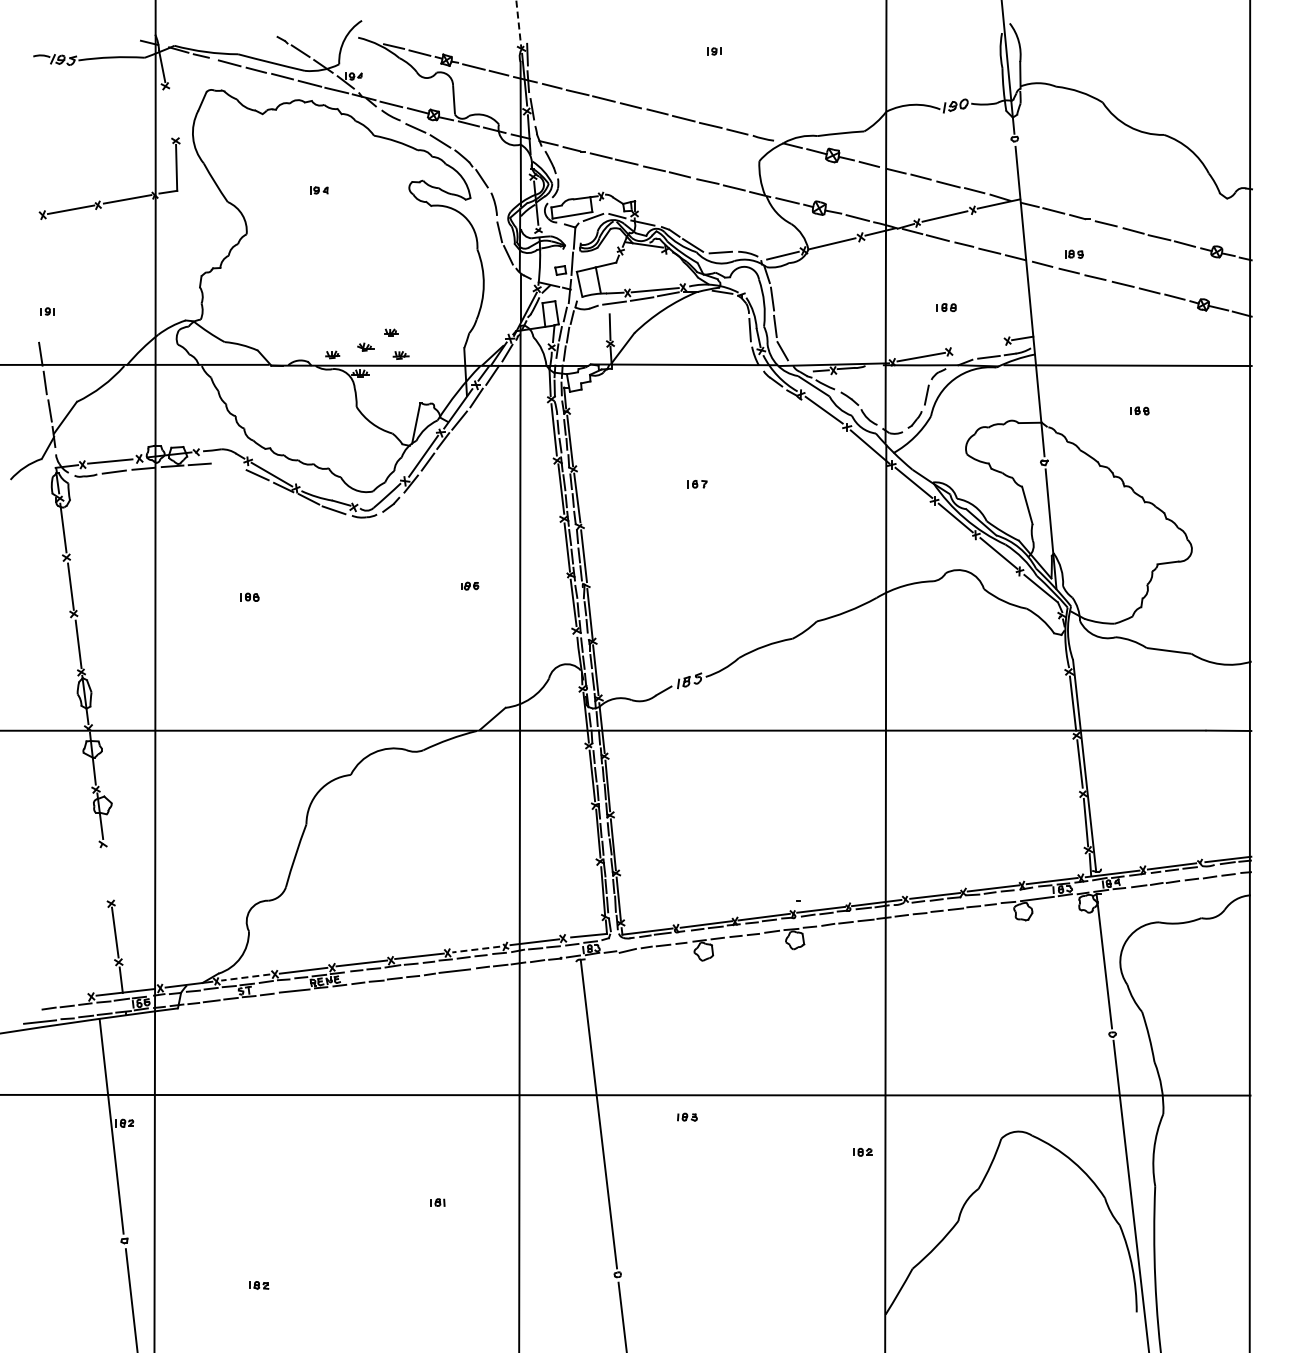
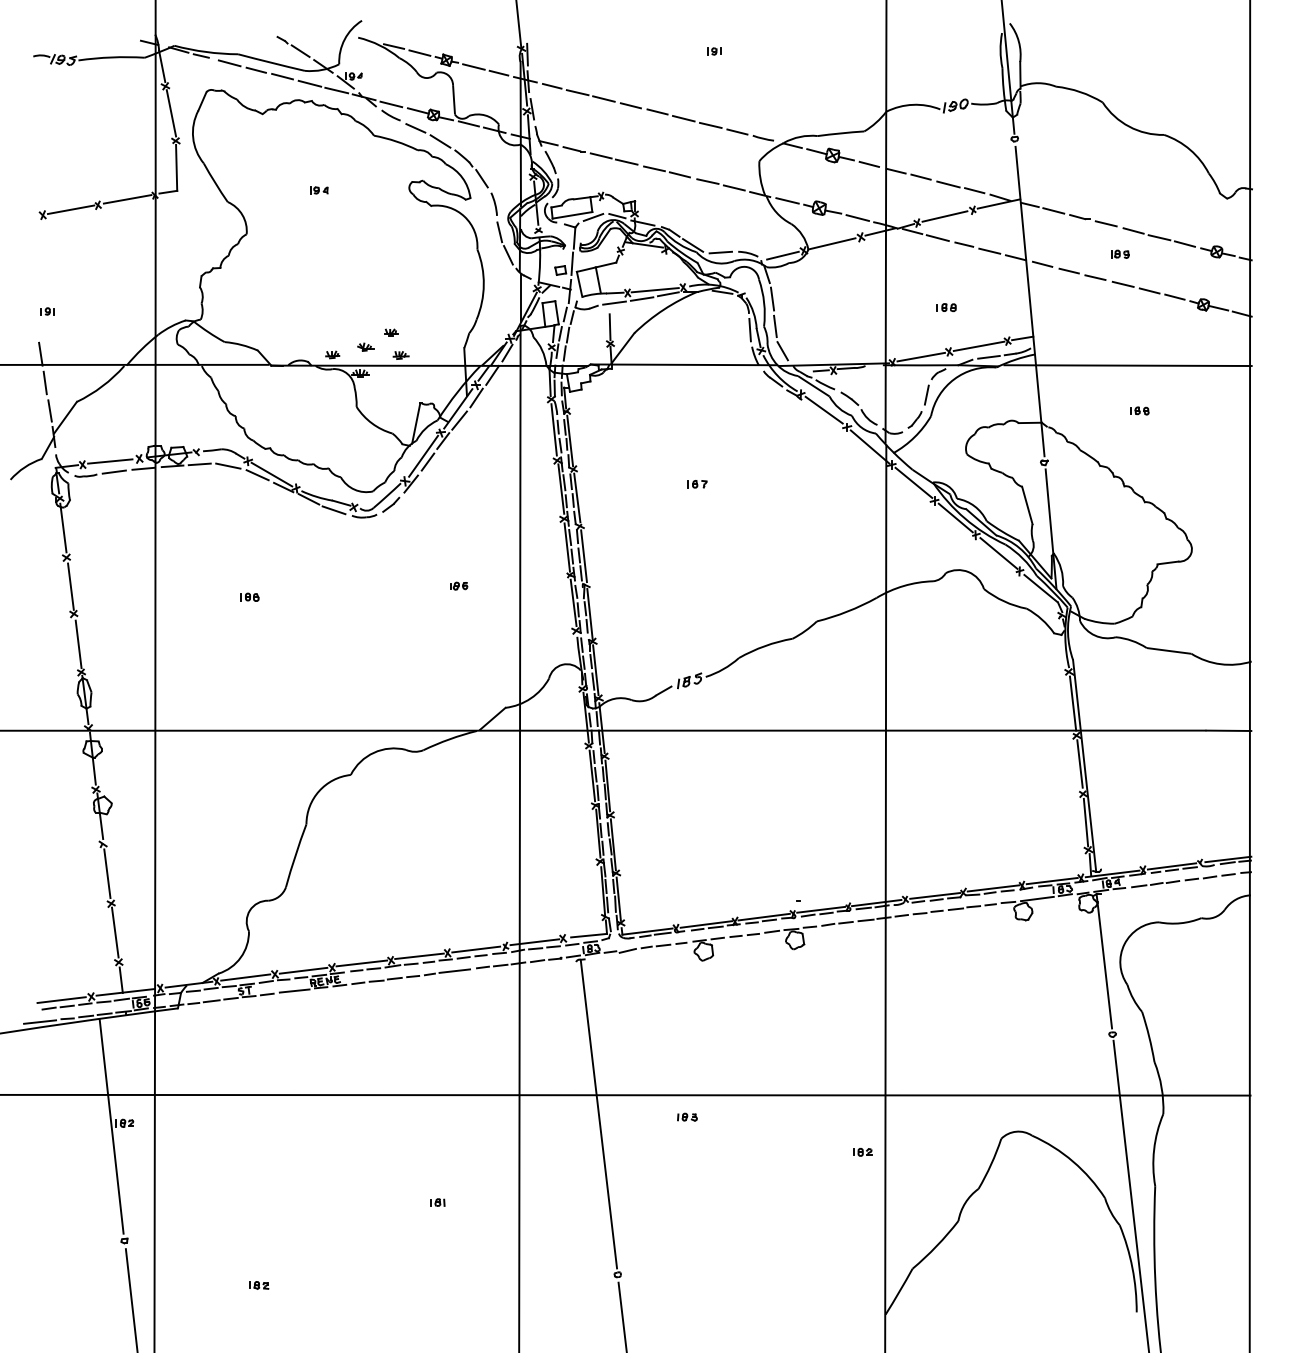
line at (518, 25): dashed -> solid
line at (171, 113): none -> present
part at (1074, 253) position: (1074, 253) -> (1120, 253)
line at (978, 345): none -> present
line at (228, 465): none -> present
part at (470, 585) position: (470, 585) -> (459, 585)
line at (107, 873): none -> present
line at (475, 949): dashed -> solid
line at (245, 977): dashed -> solid
line at (61, 999): none -> present
